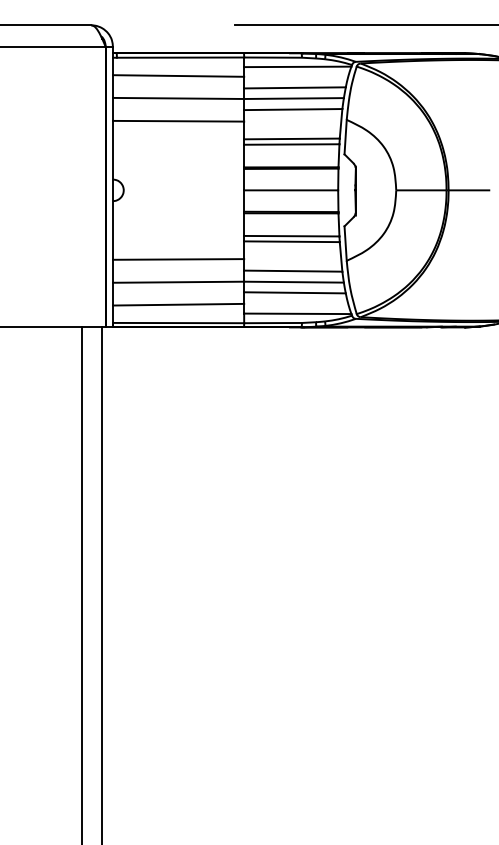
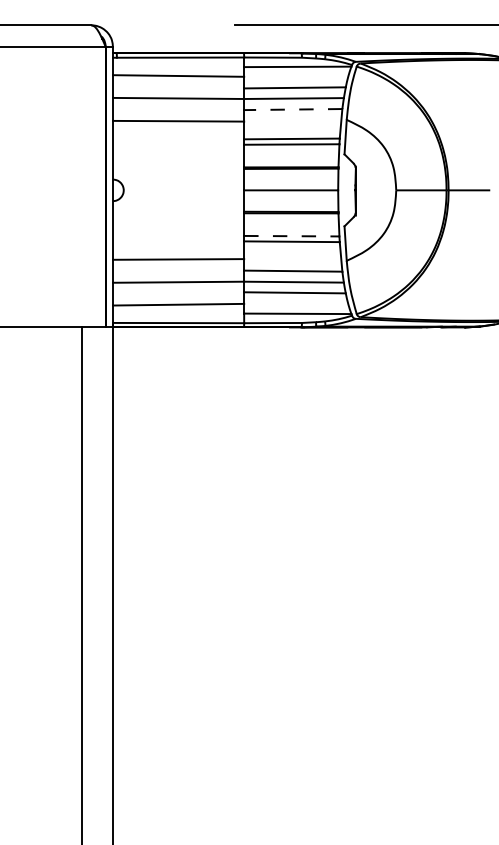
line at (292, 109): solid -> dashed
line at (291, 236): solid -> dashed
line at (102, 584) position: (102, 584) -> (113, 584)
